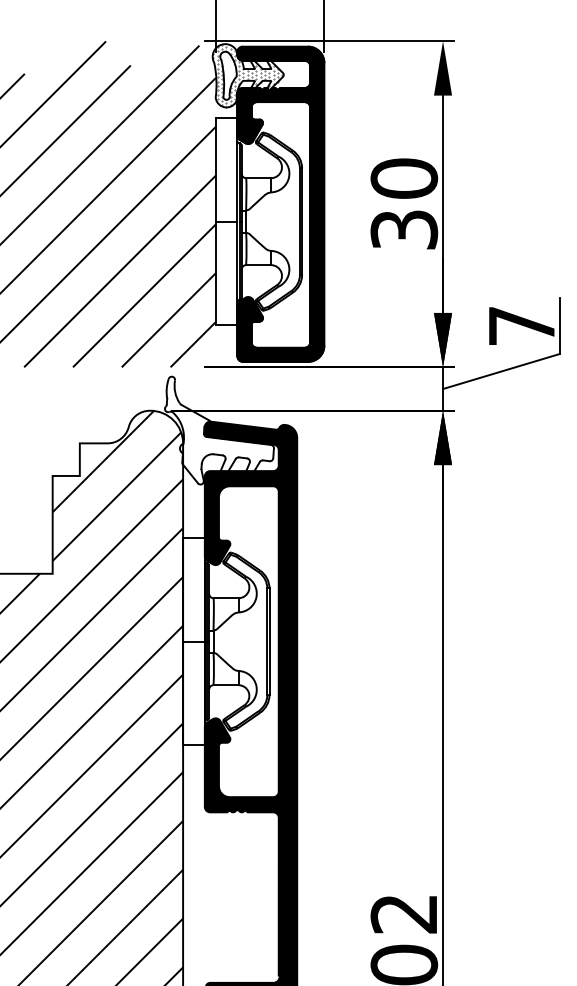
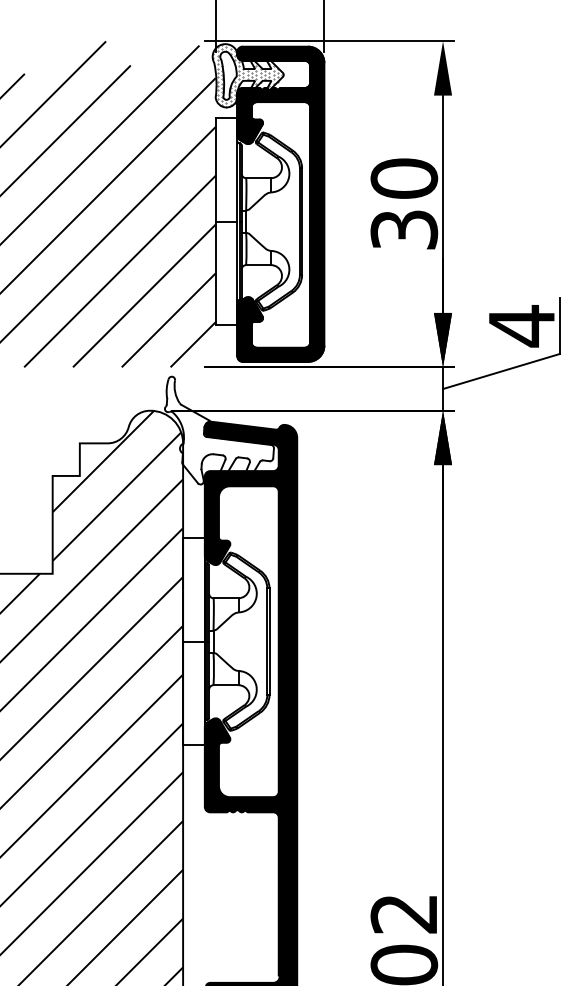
text at (521, 326): 7 -> 4
